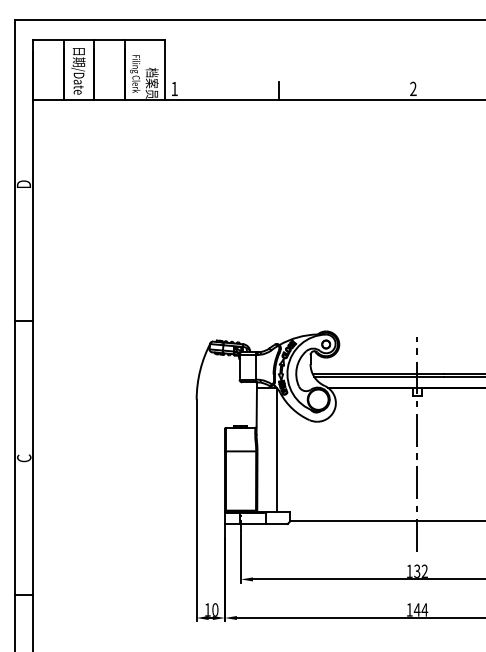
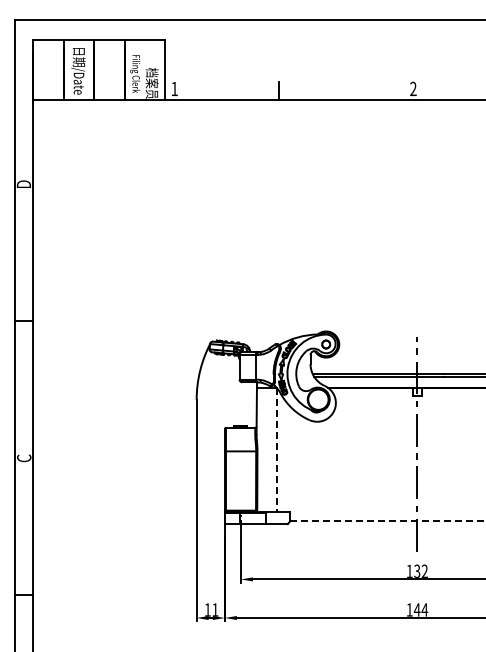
line at (277, 450): solid -> dashed
line at (388, 521): solid -> dashed
text at (215, 609): 10 -> 11
